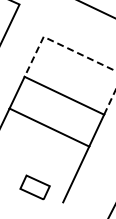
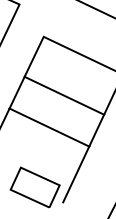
line at (71, 50): dashed -> solid
part at (34, 187) size: 32x27 px -> 52x43 px
